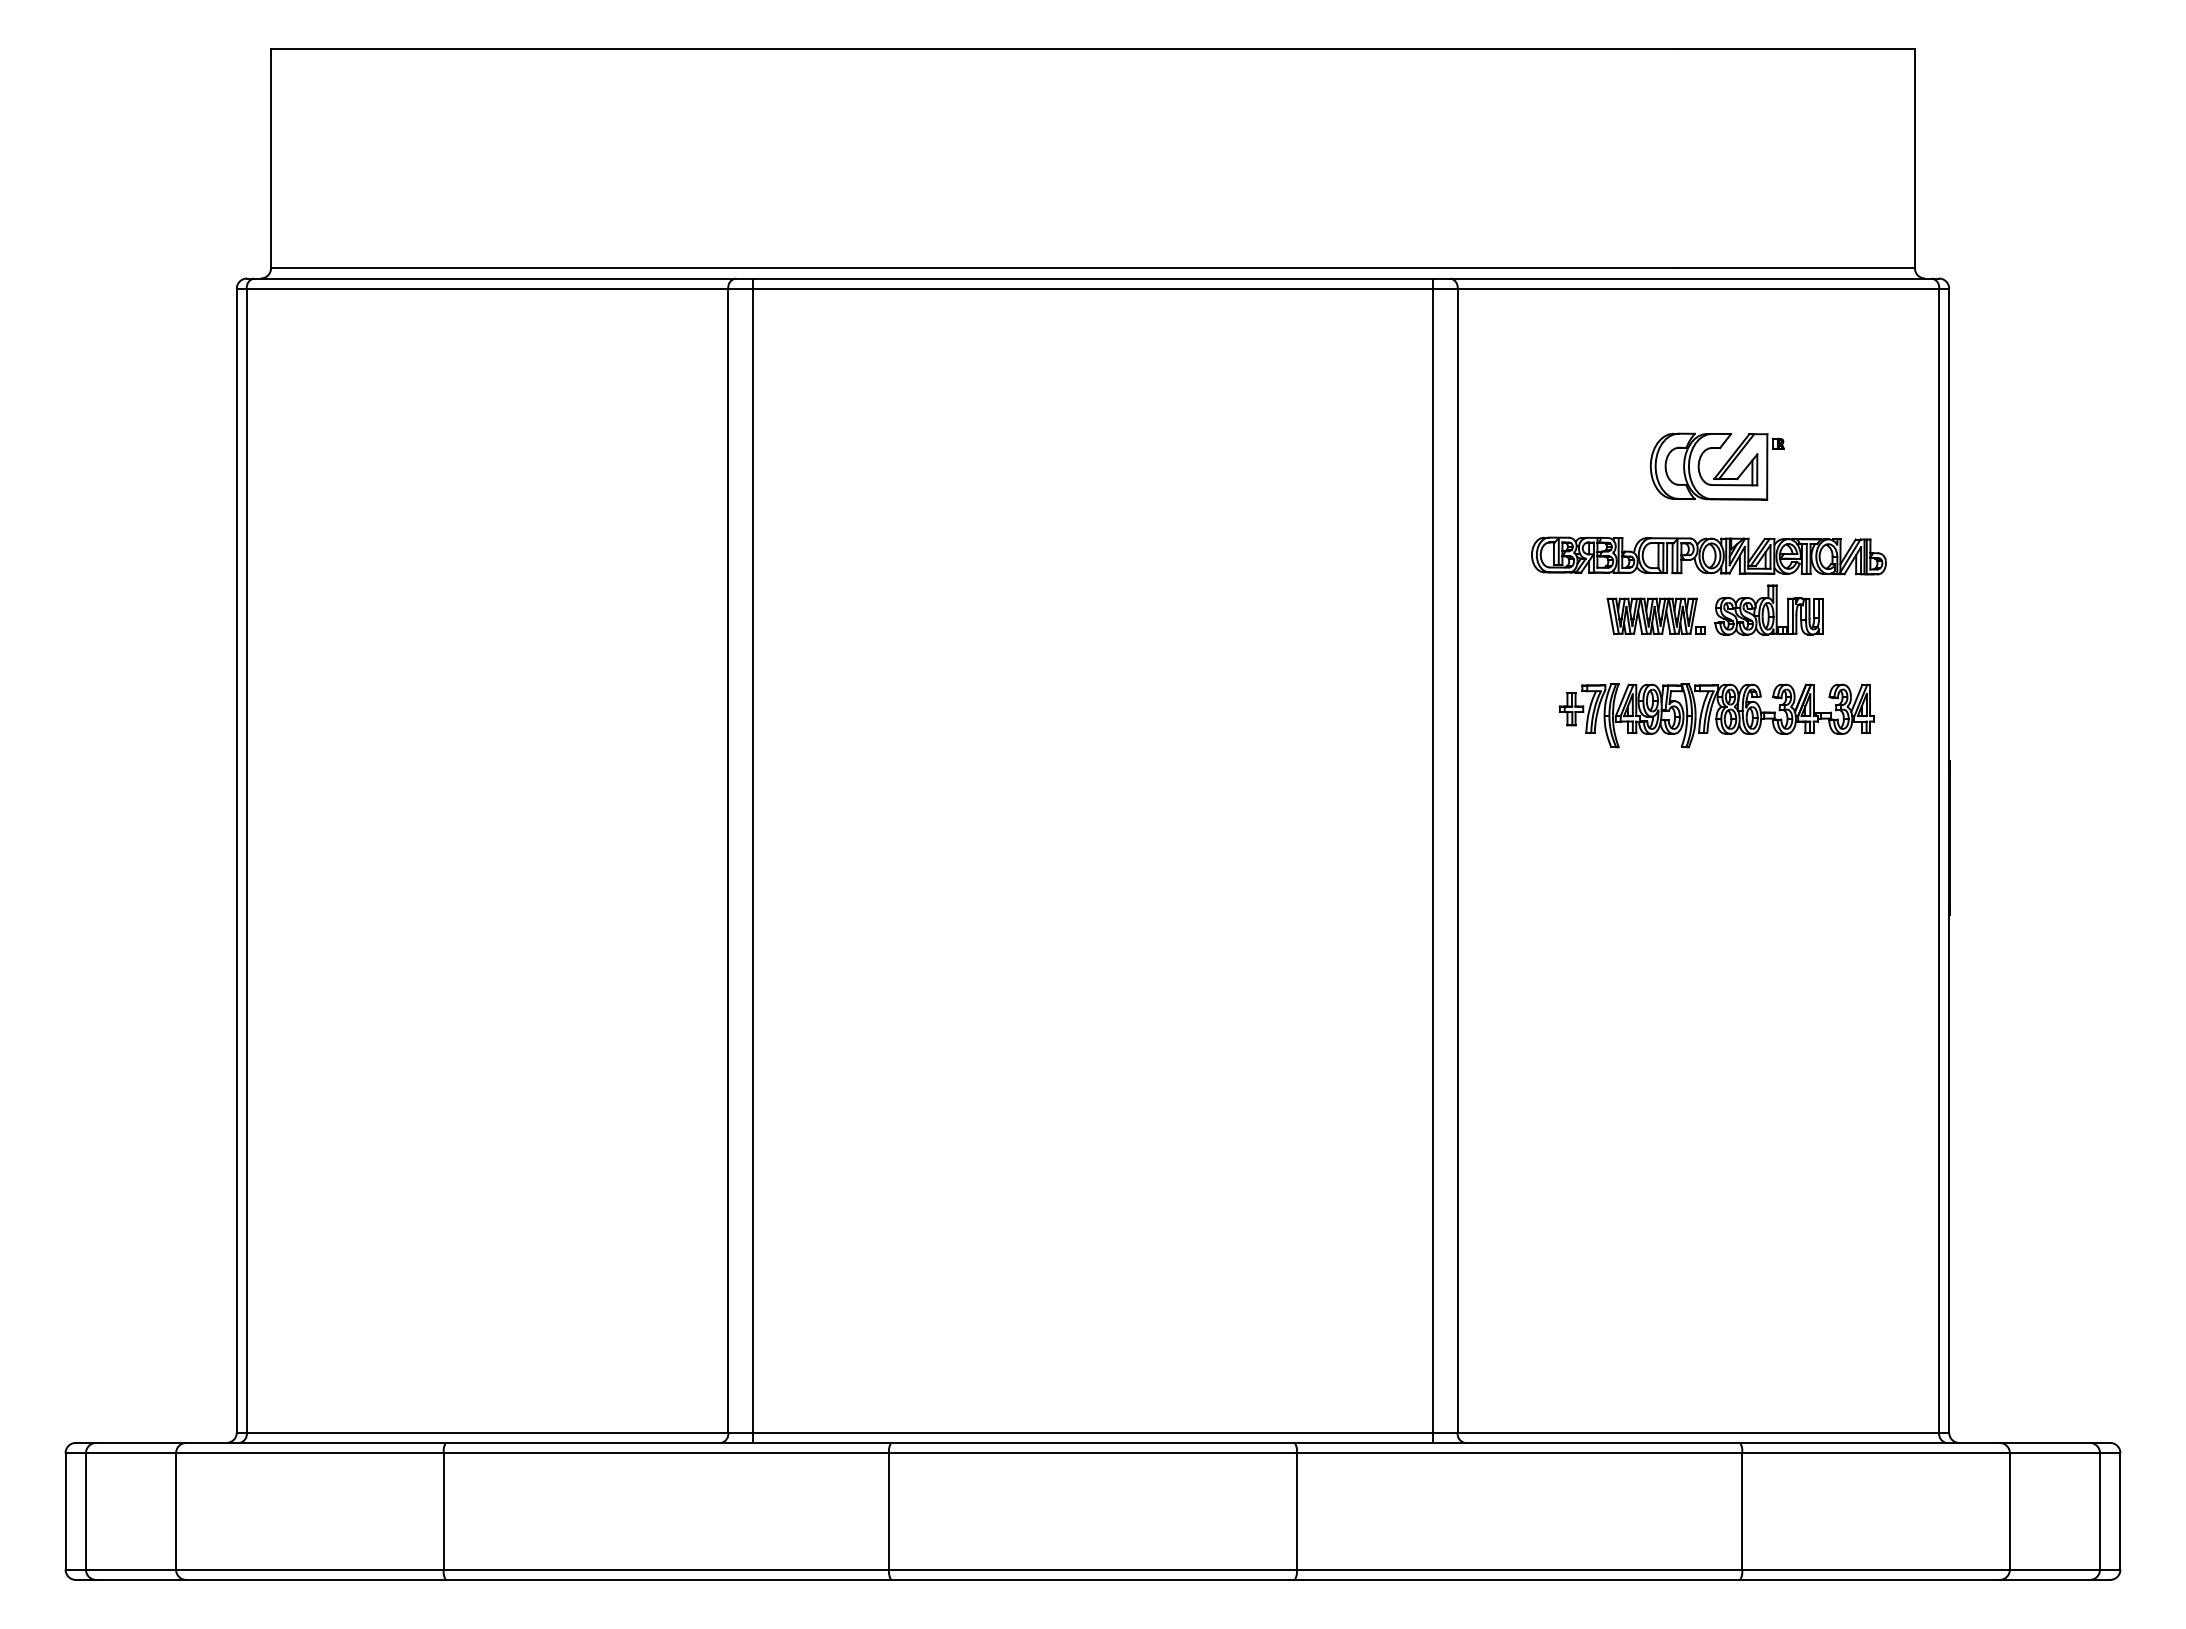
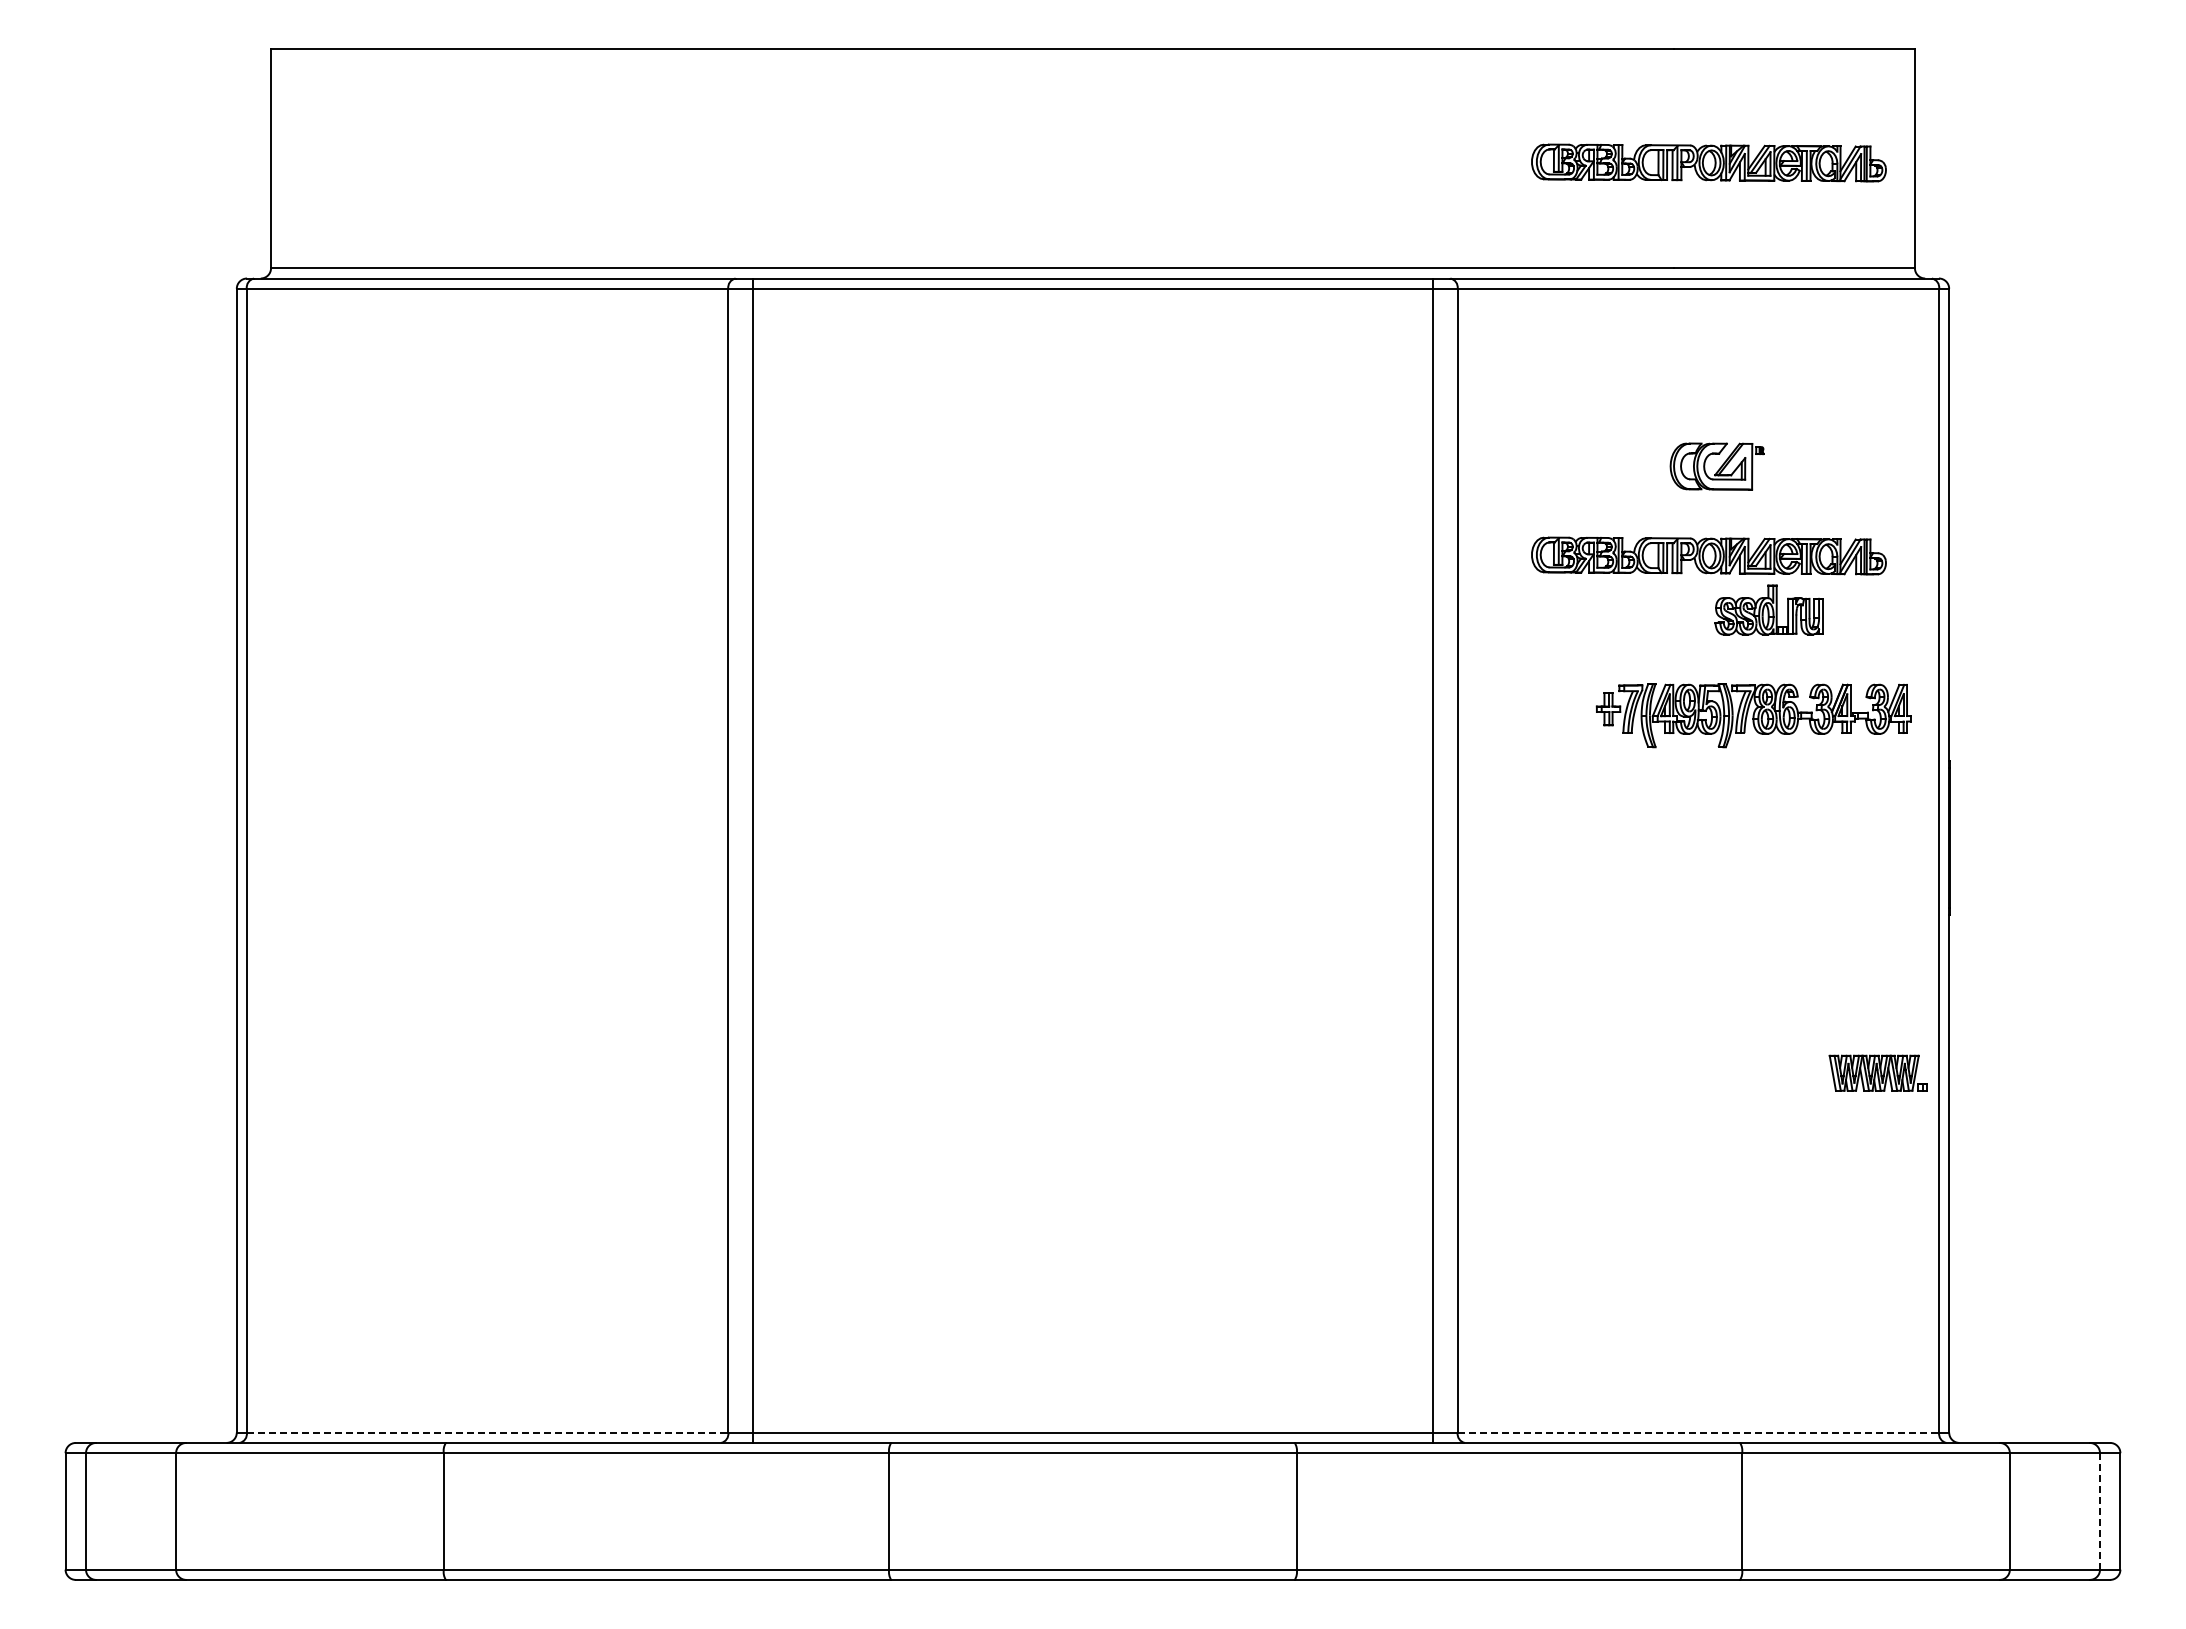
part at (1708, 162): none -> present
part at (1716, 466) size: 136x69 px -> 96x49 px
part at (1655, 615) position: (1655, 615) -> (1877, 1072)
part at (1716, 715) position: (1716, 715) -> (1753, 715)
line at (487, 1432): solid -> dashed
line at (1698, 1432): solid -> dashed
line at (2100, 1510): solid -> dashed
